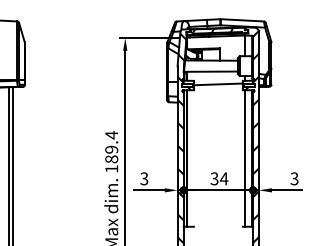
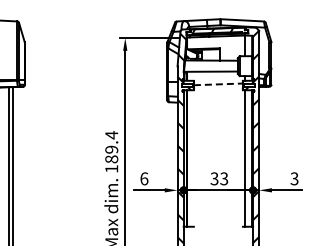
line at (218, 84): solid -> dashed
text at (144, 178): 3 -> 6
text at (223, 178): 34 -> 33
